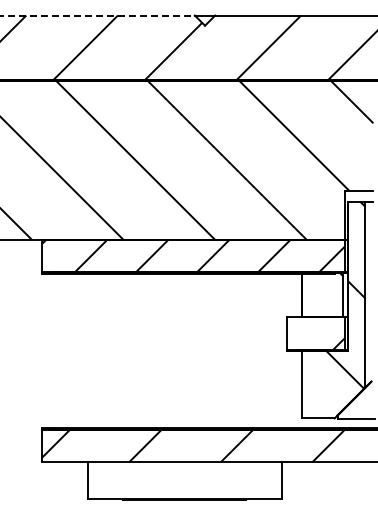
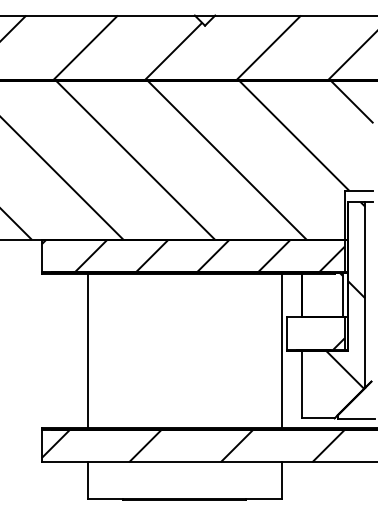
line at (98, 15): dashed -> solid
line at (87, 350): none -> present
line at (281, 350): none -> present
